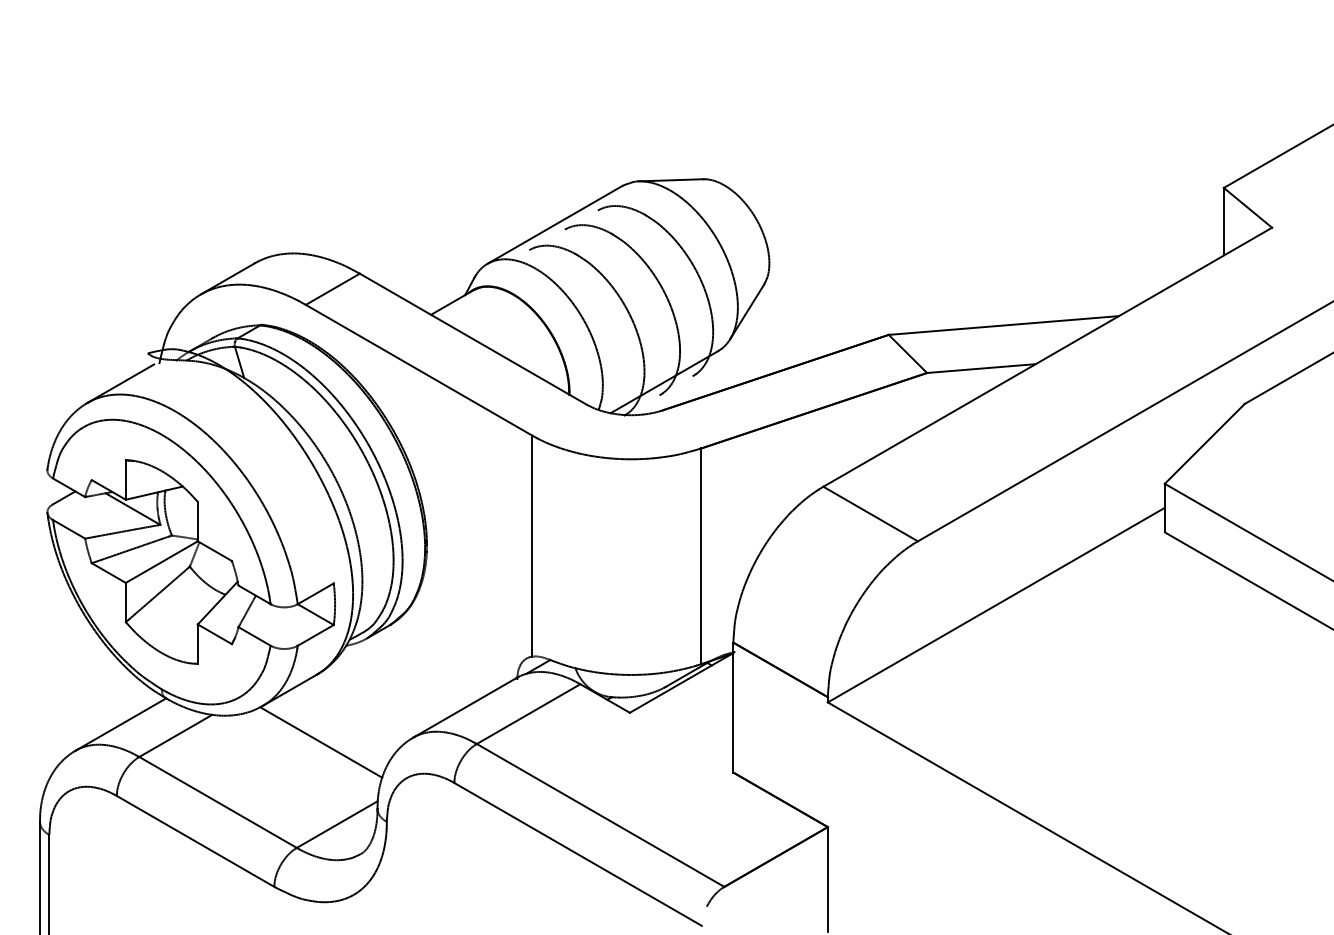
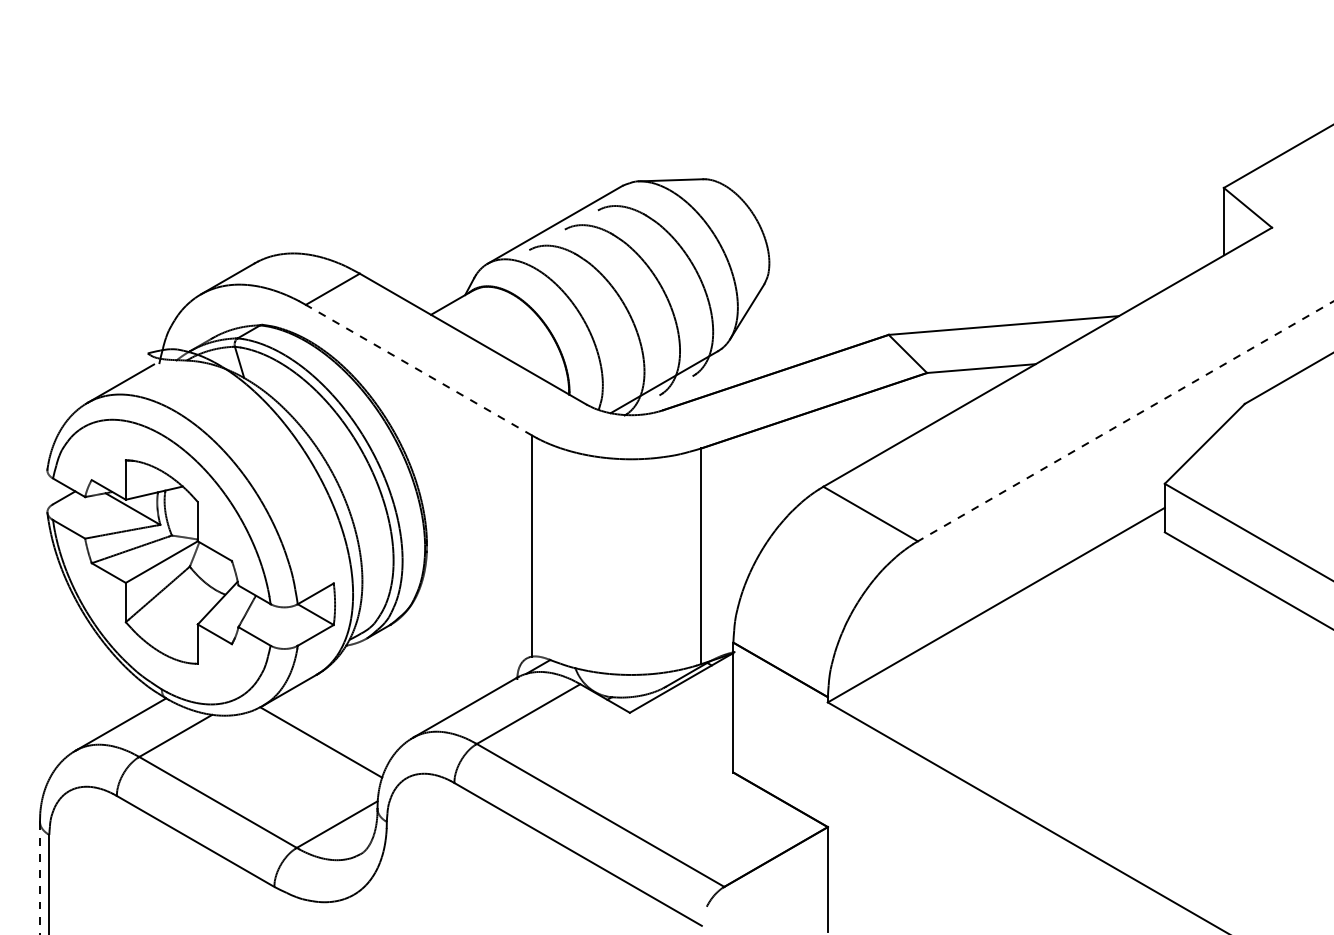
line at (419, 370): solid -> dashed
line at (1125, 421): solid -> dashed
line at (40, 878): solid -> dashed
